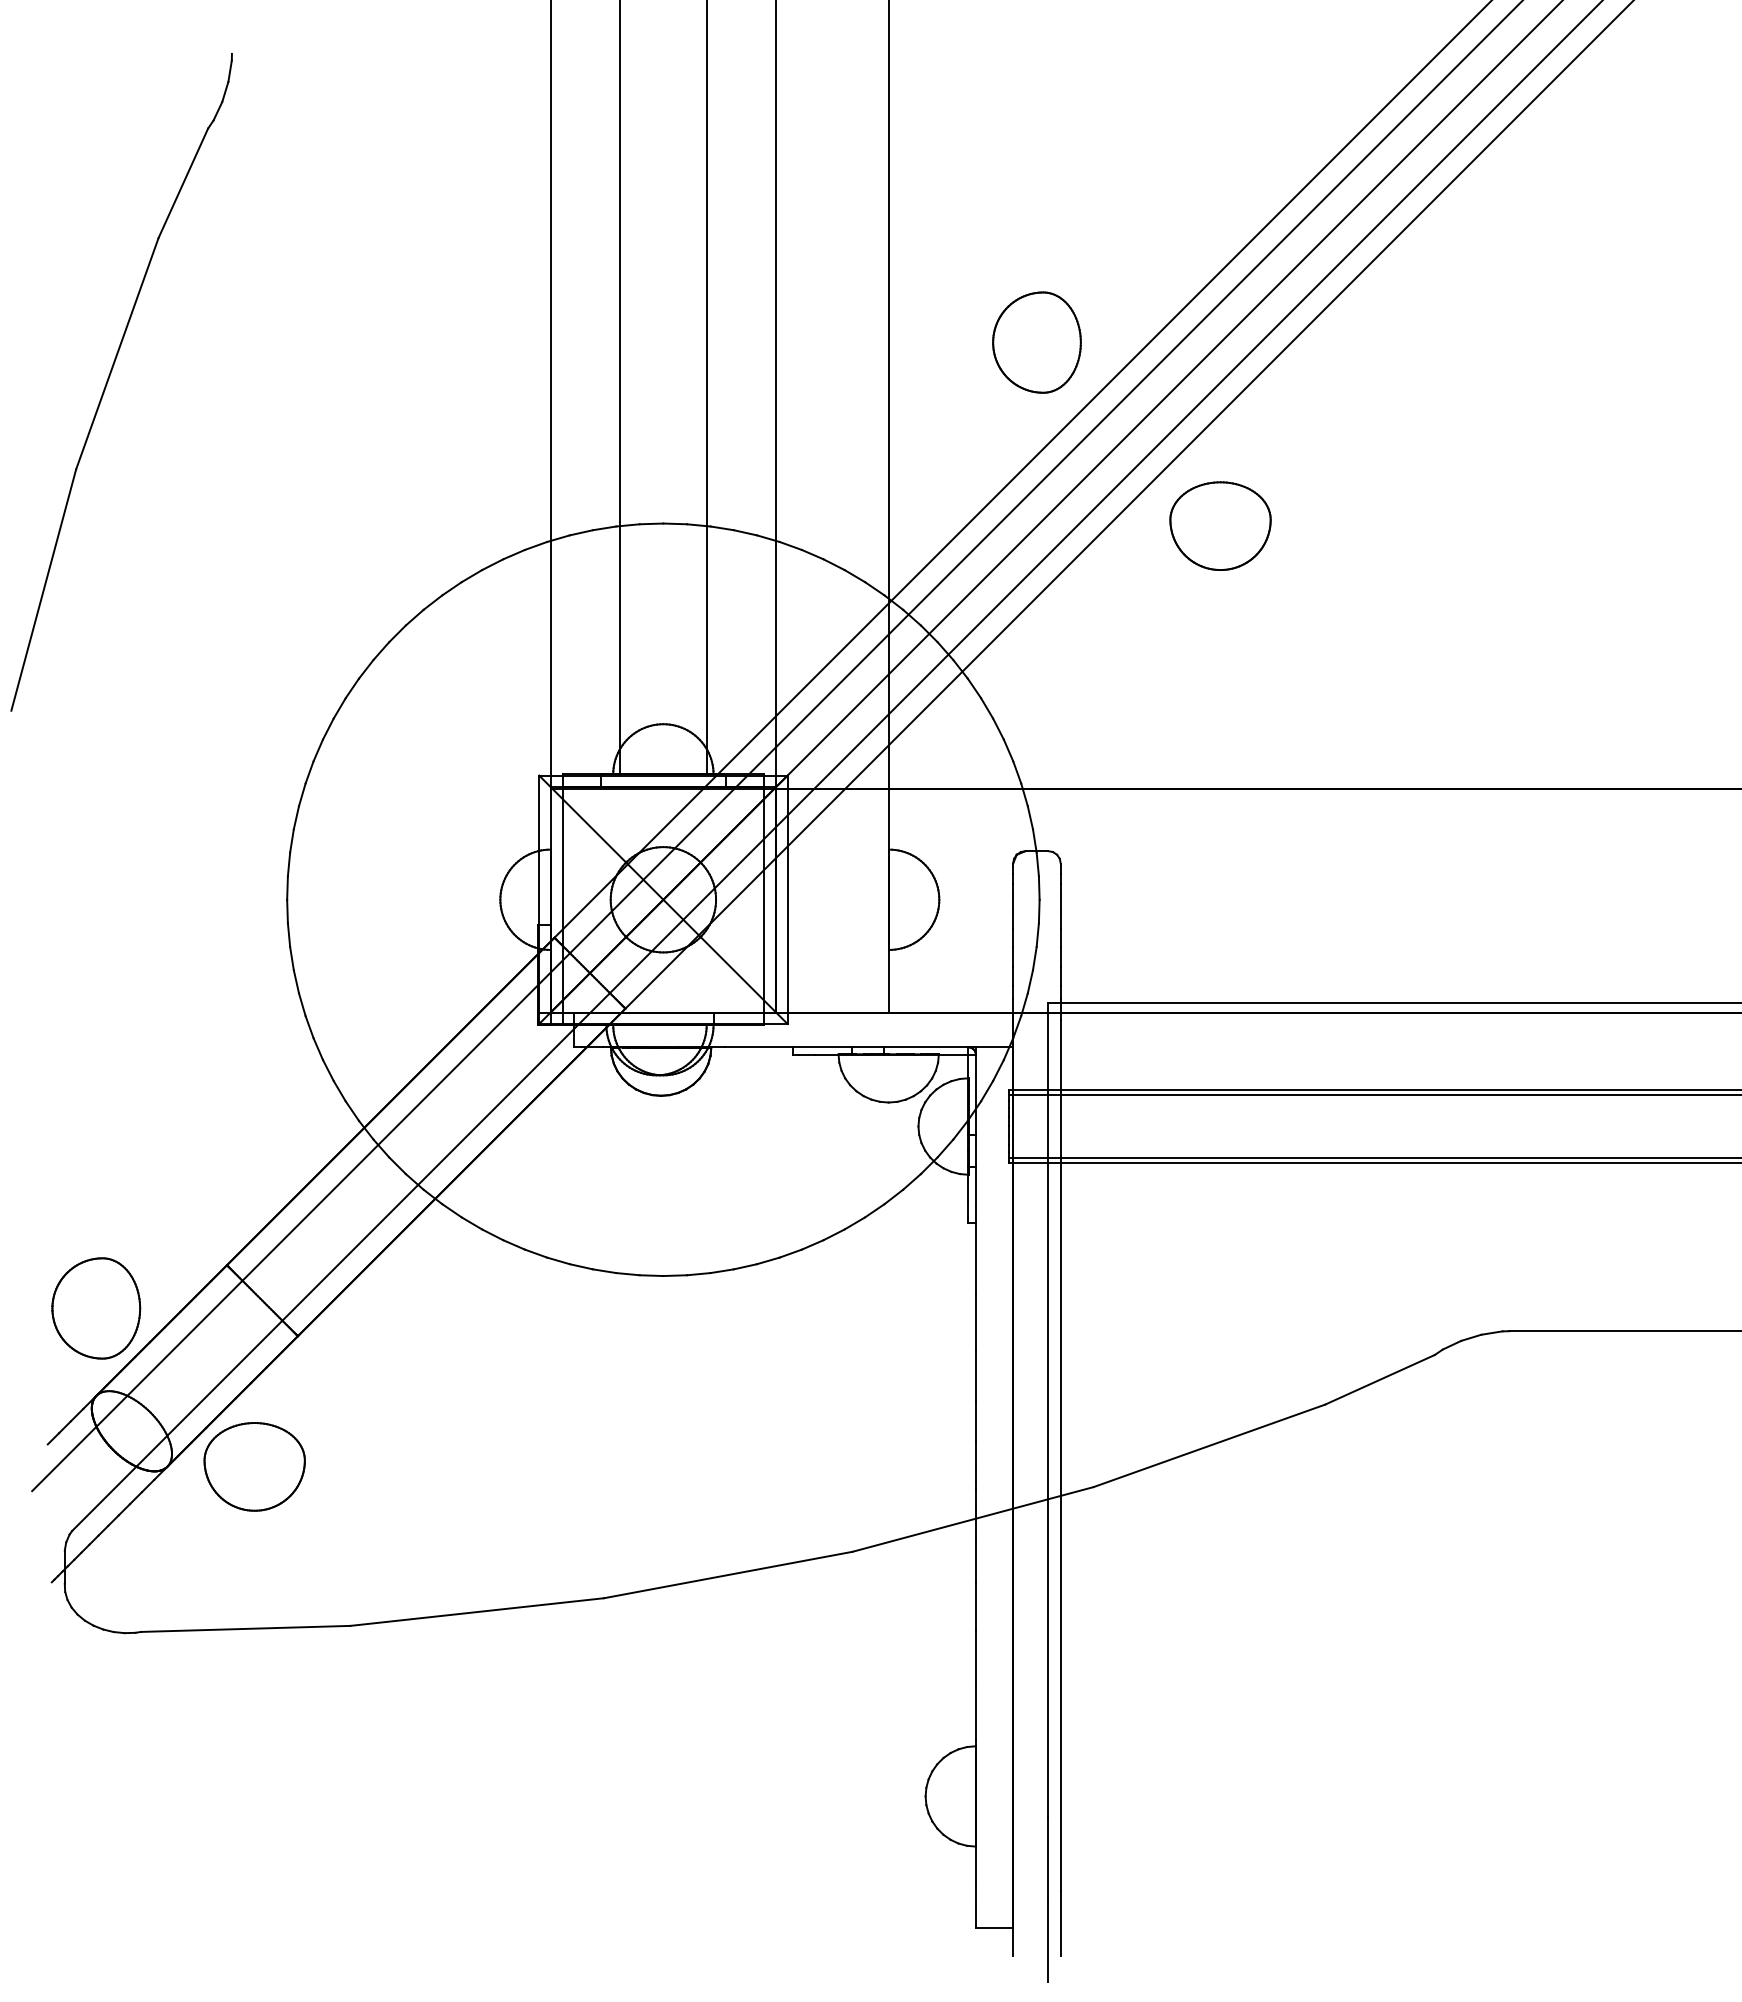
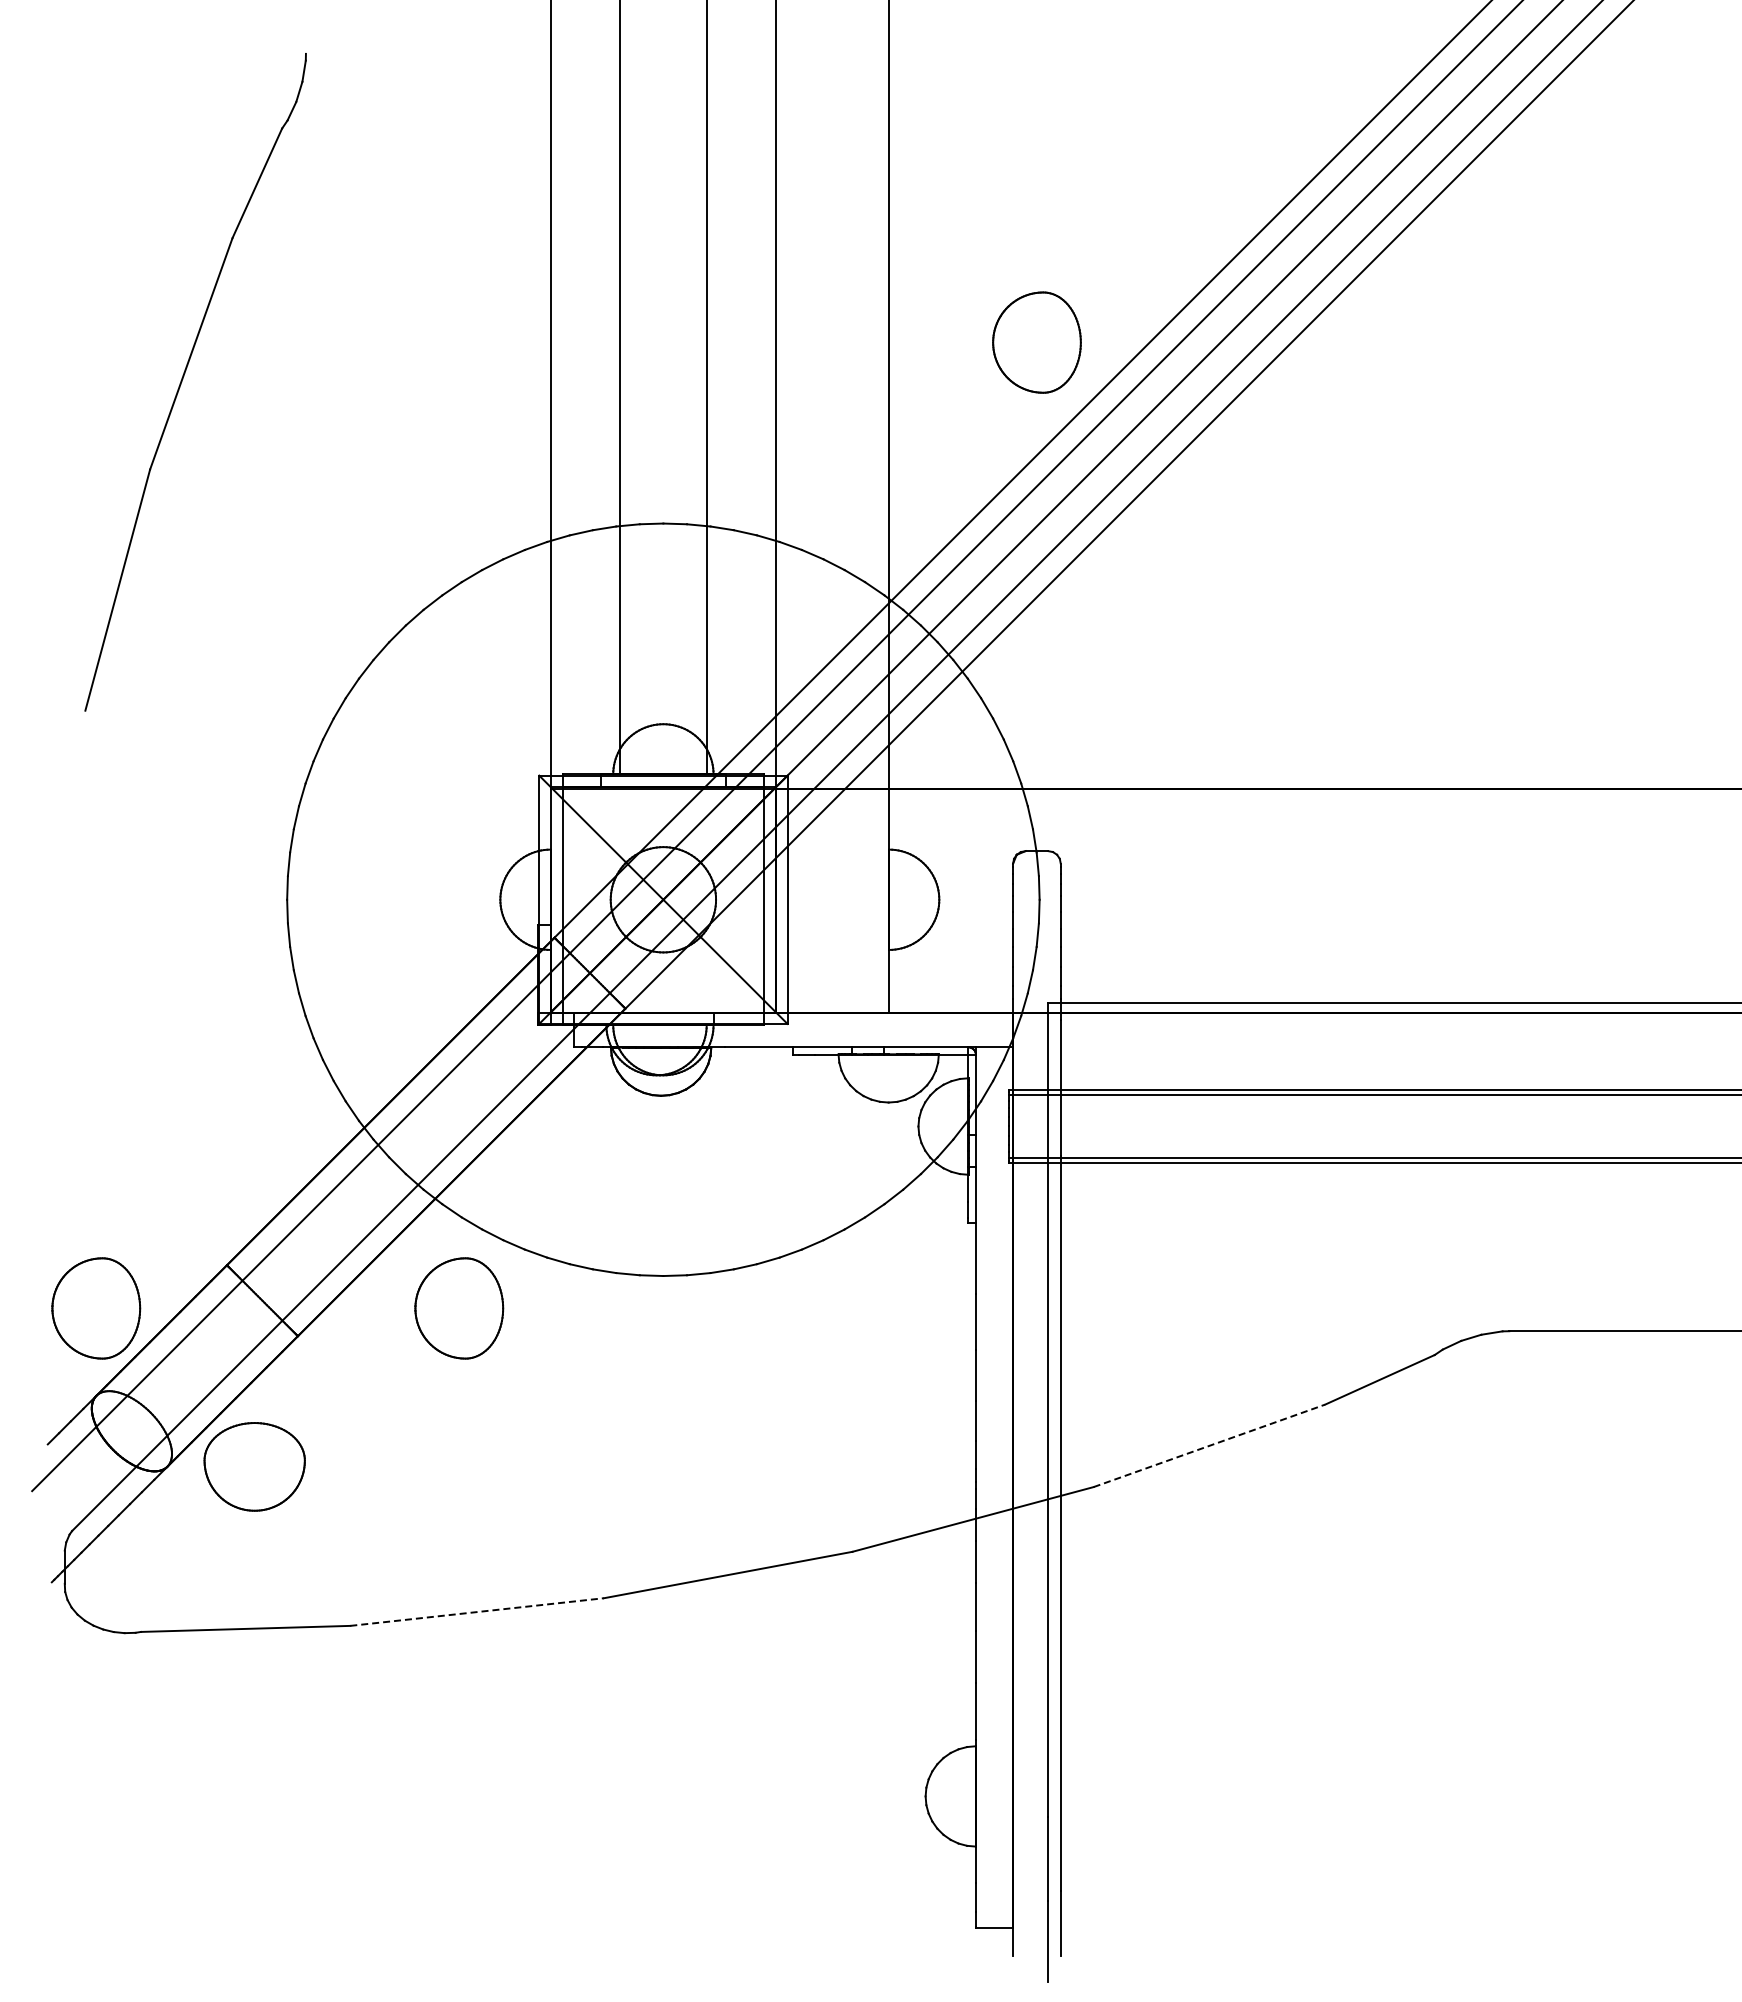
part at (109, 379) position: (109, 379) -> (183, 379)
part at (1220, 525): present -> none
part at (459, 1308): none -> present
line at (1209, 1445): solid -> dashed
line at (477, 1612): solid -> dashed
